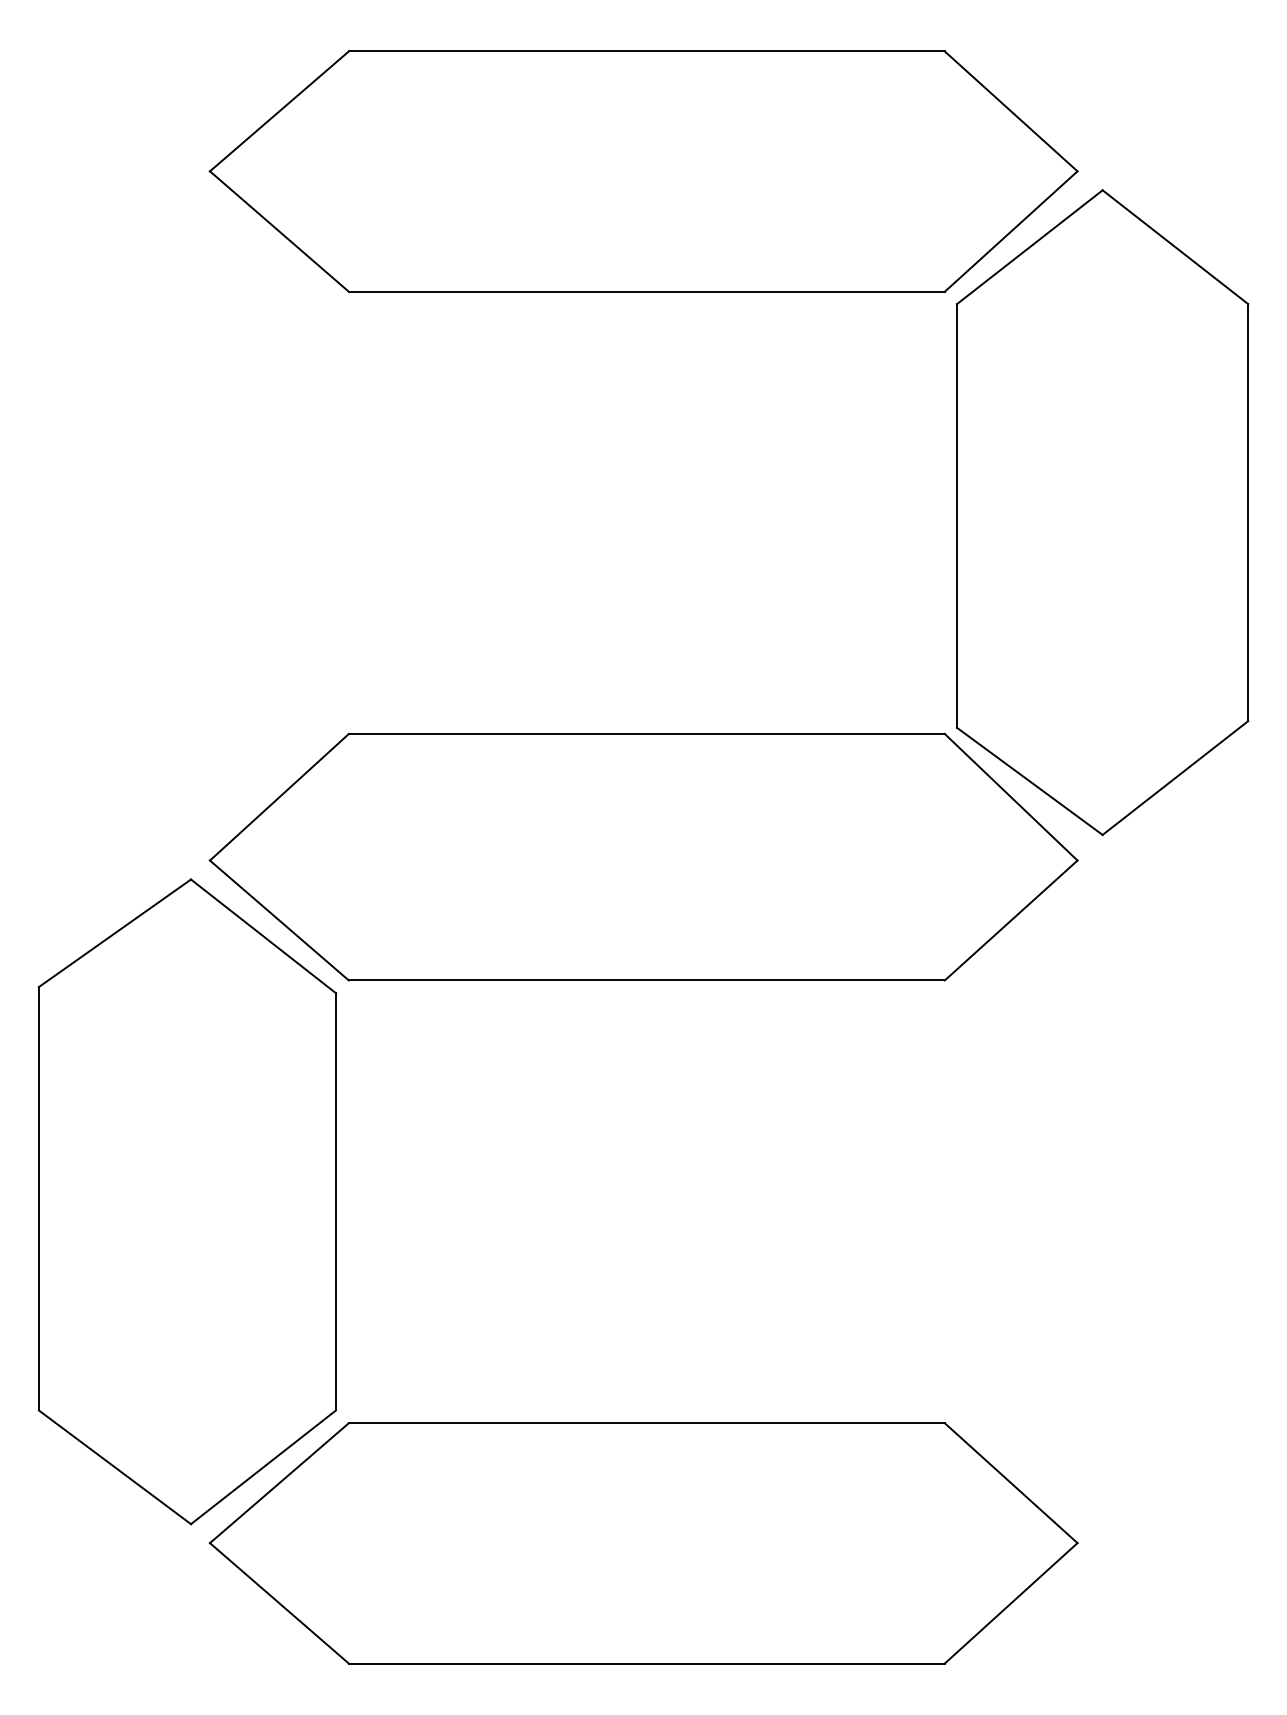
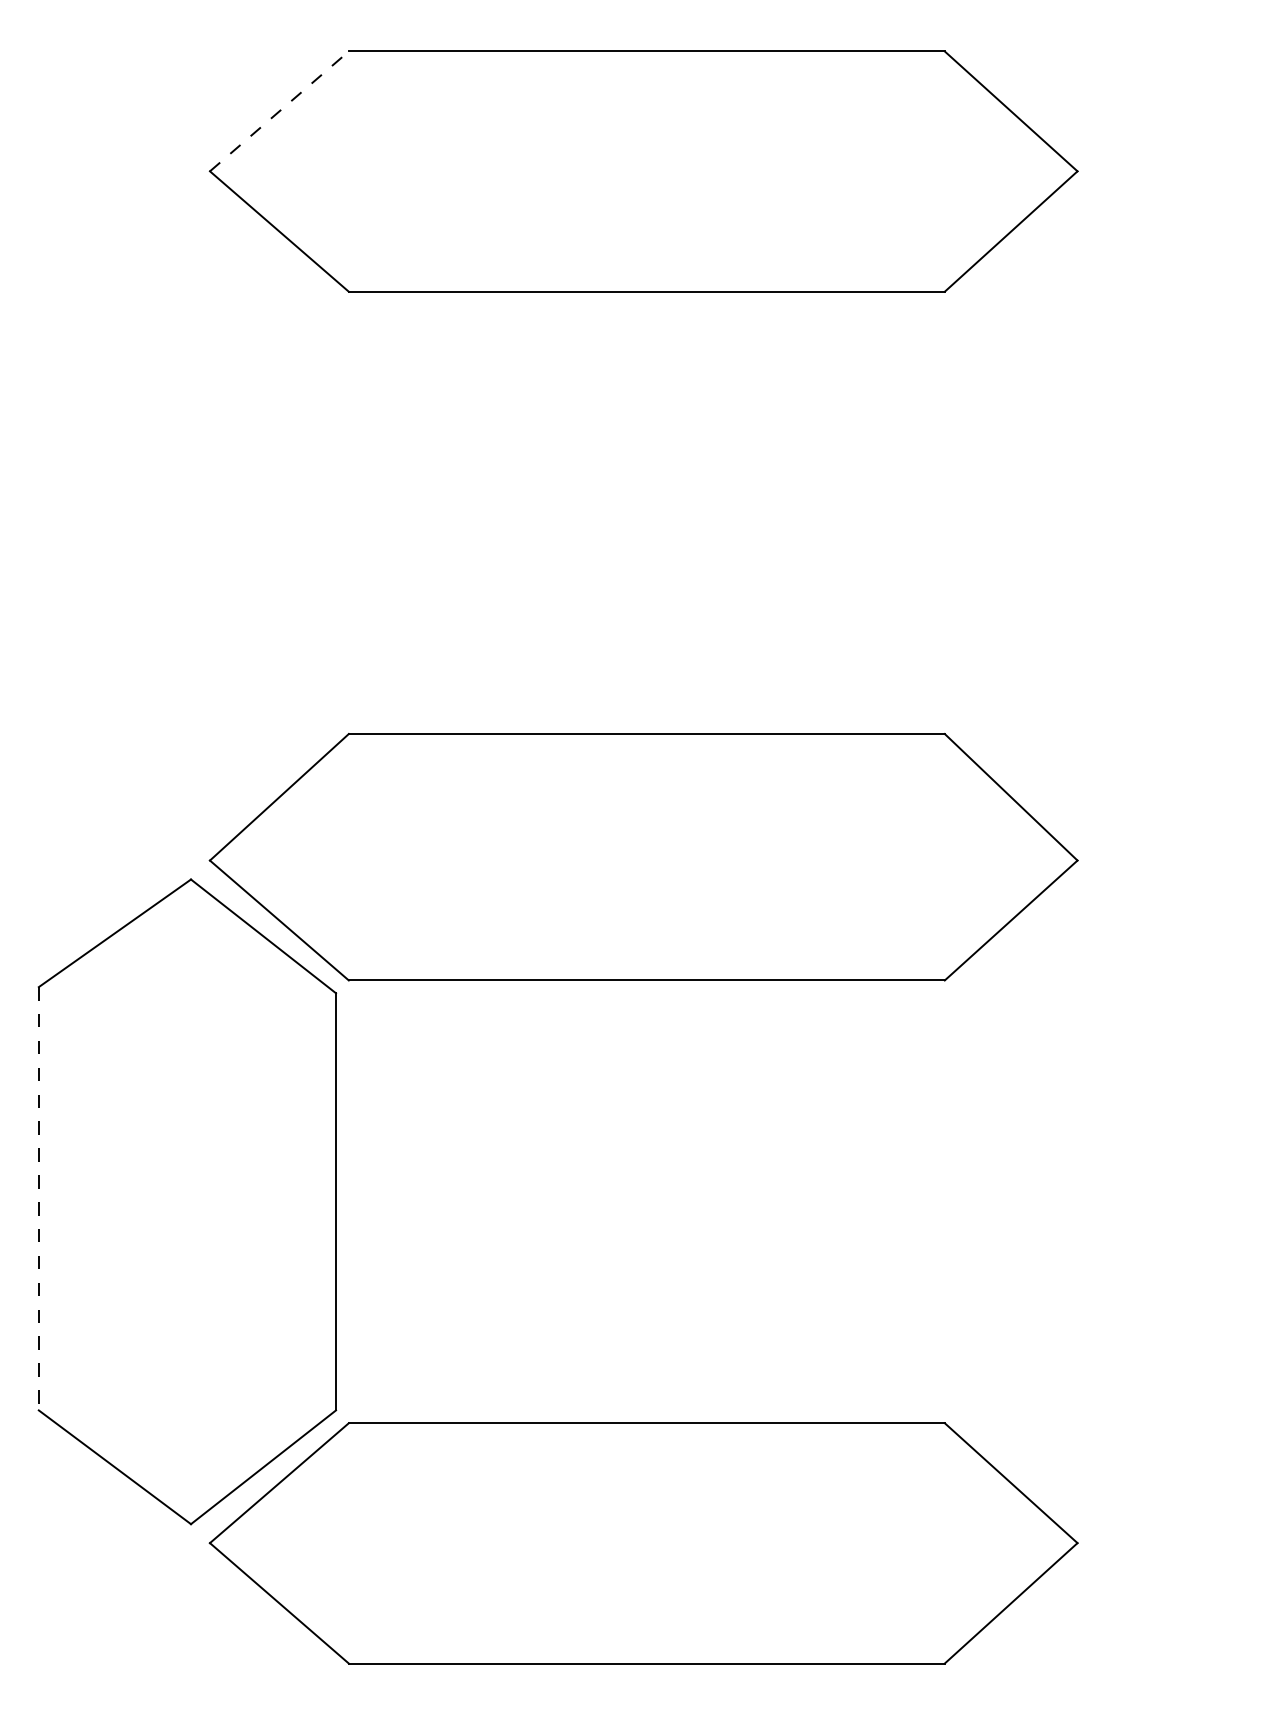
line at (279, 111): solid -> dashed
part at (1102, 512): present -> none
line at (38, 1198): solid -> dashed
